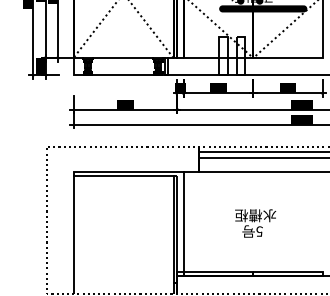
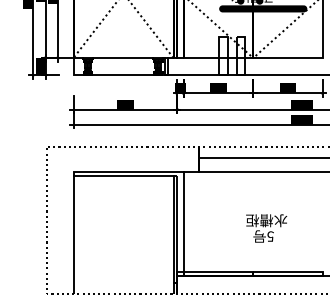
line at (262, 151): present -> none
text at (255, 223) position: (255, 223) -> (266, 228)
